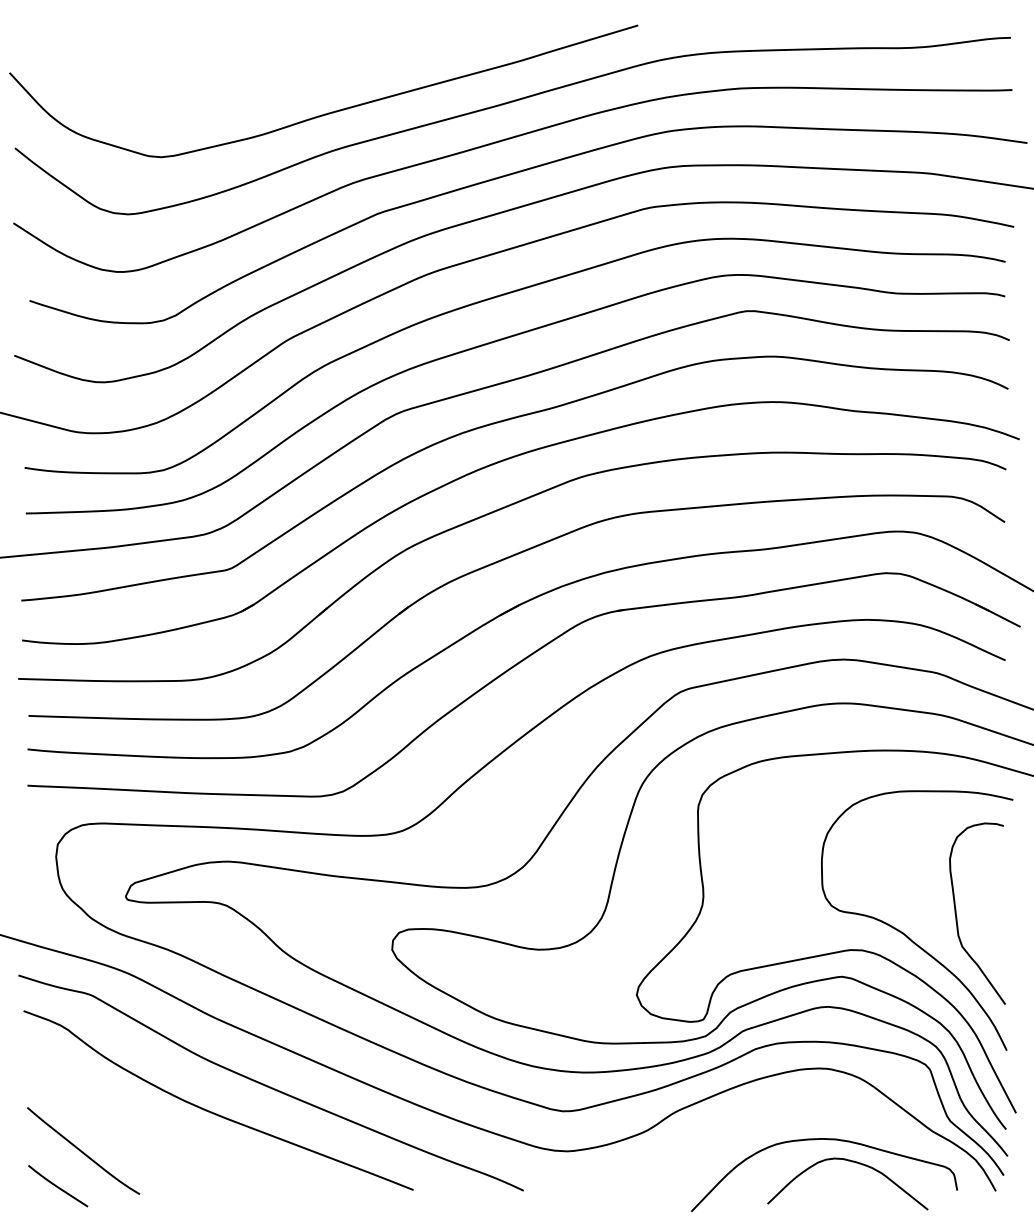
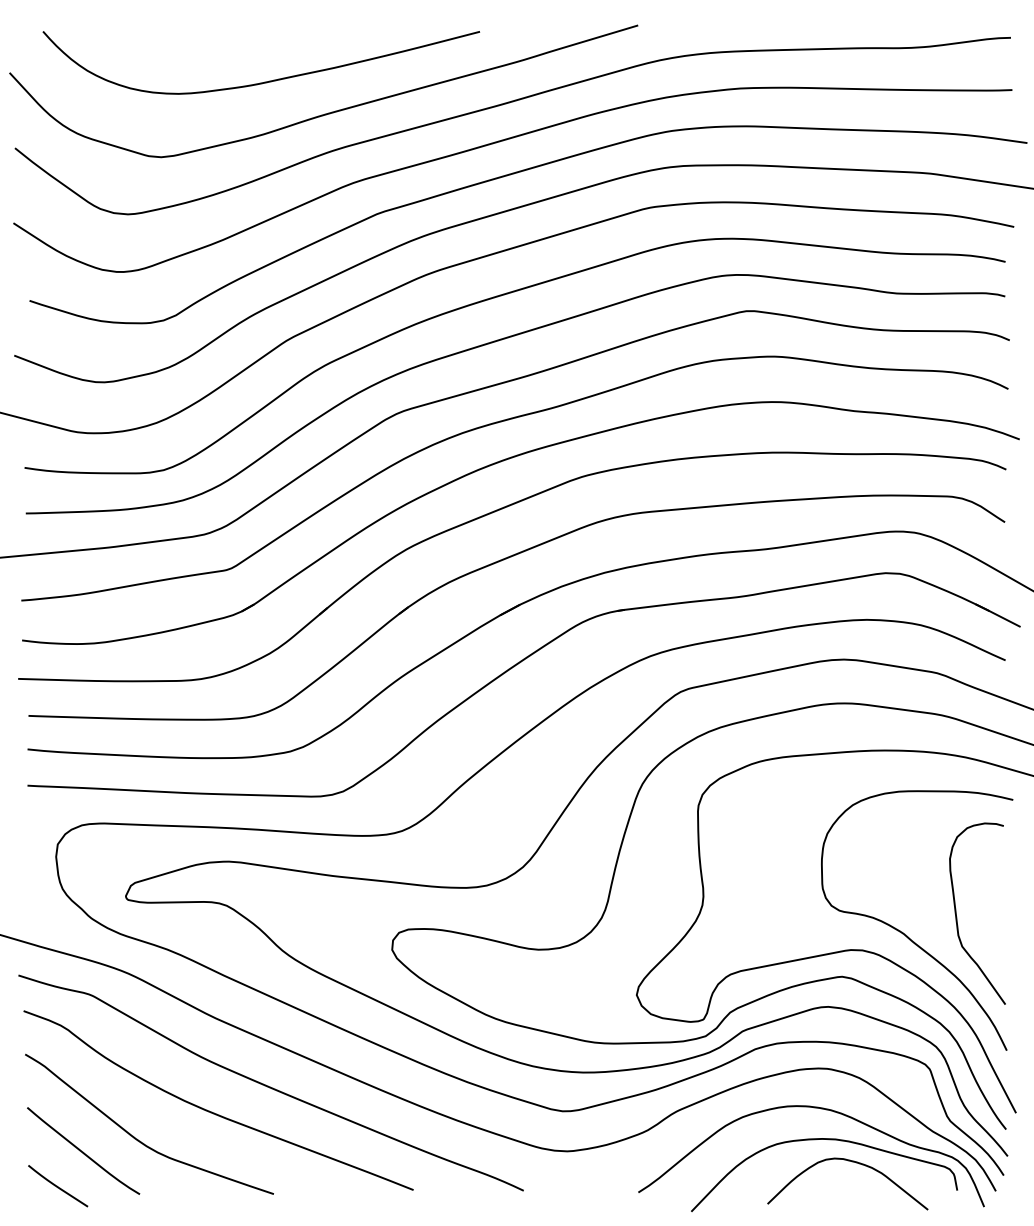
curve at (264, 81): none -> present
curve at (813, 1108): none -> present
curve at (137, 1138): none -> present
